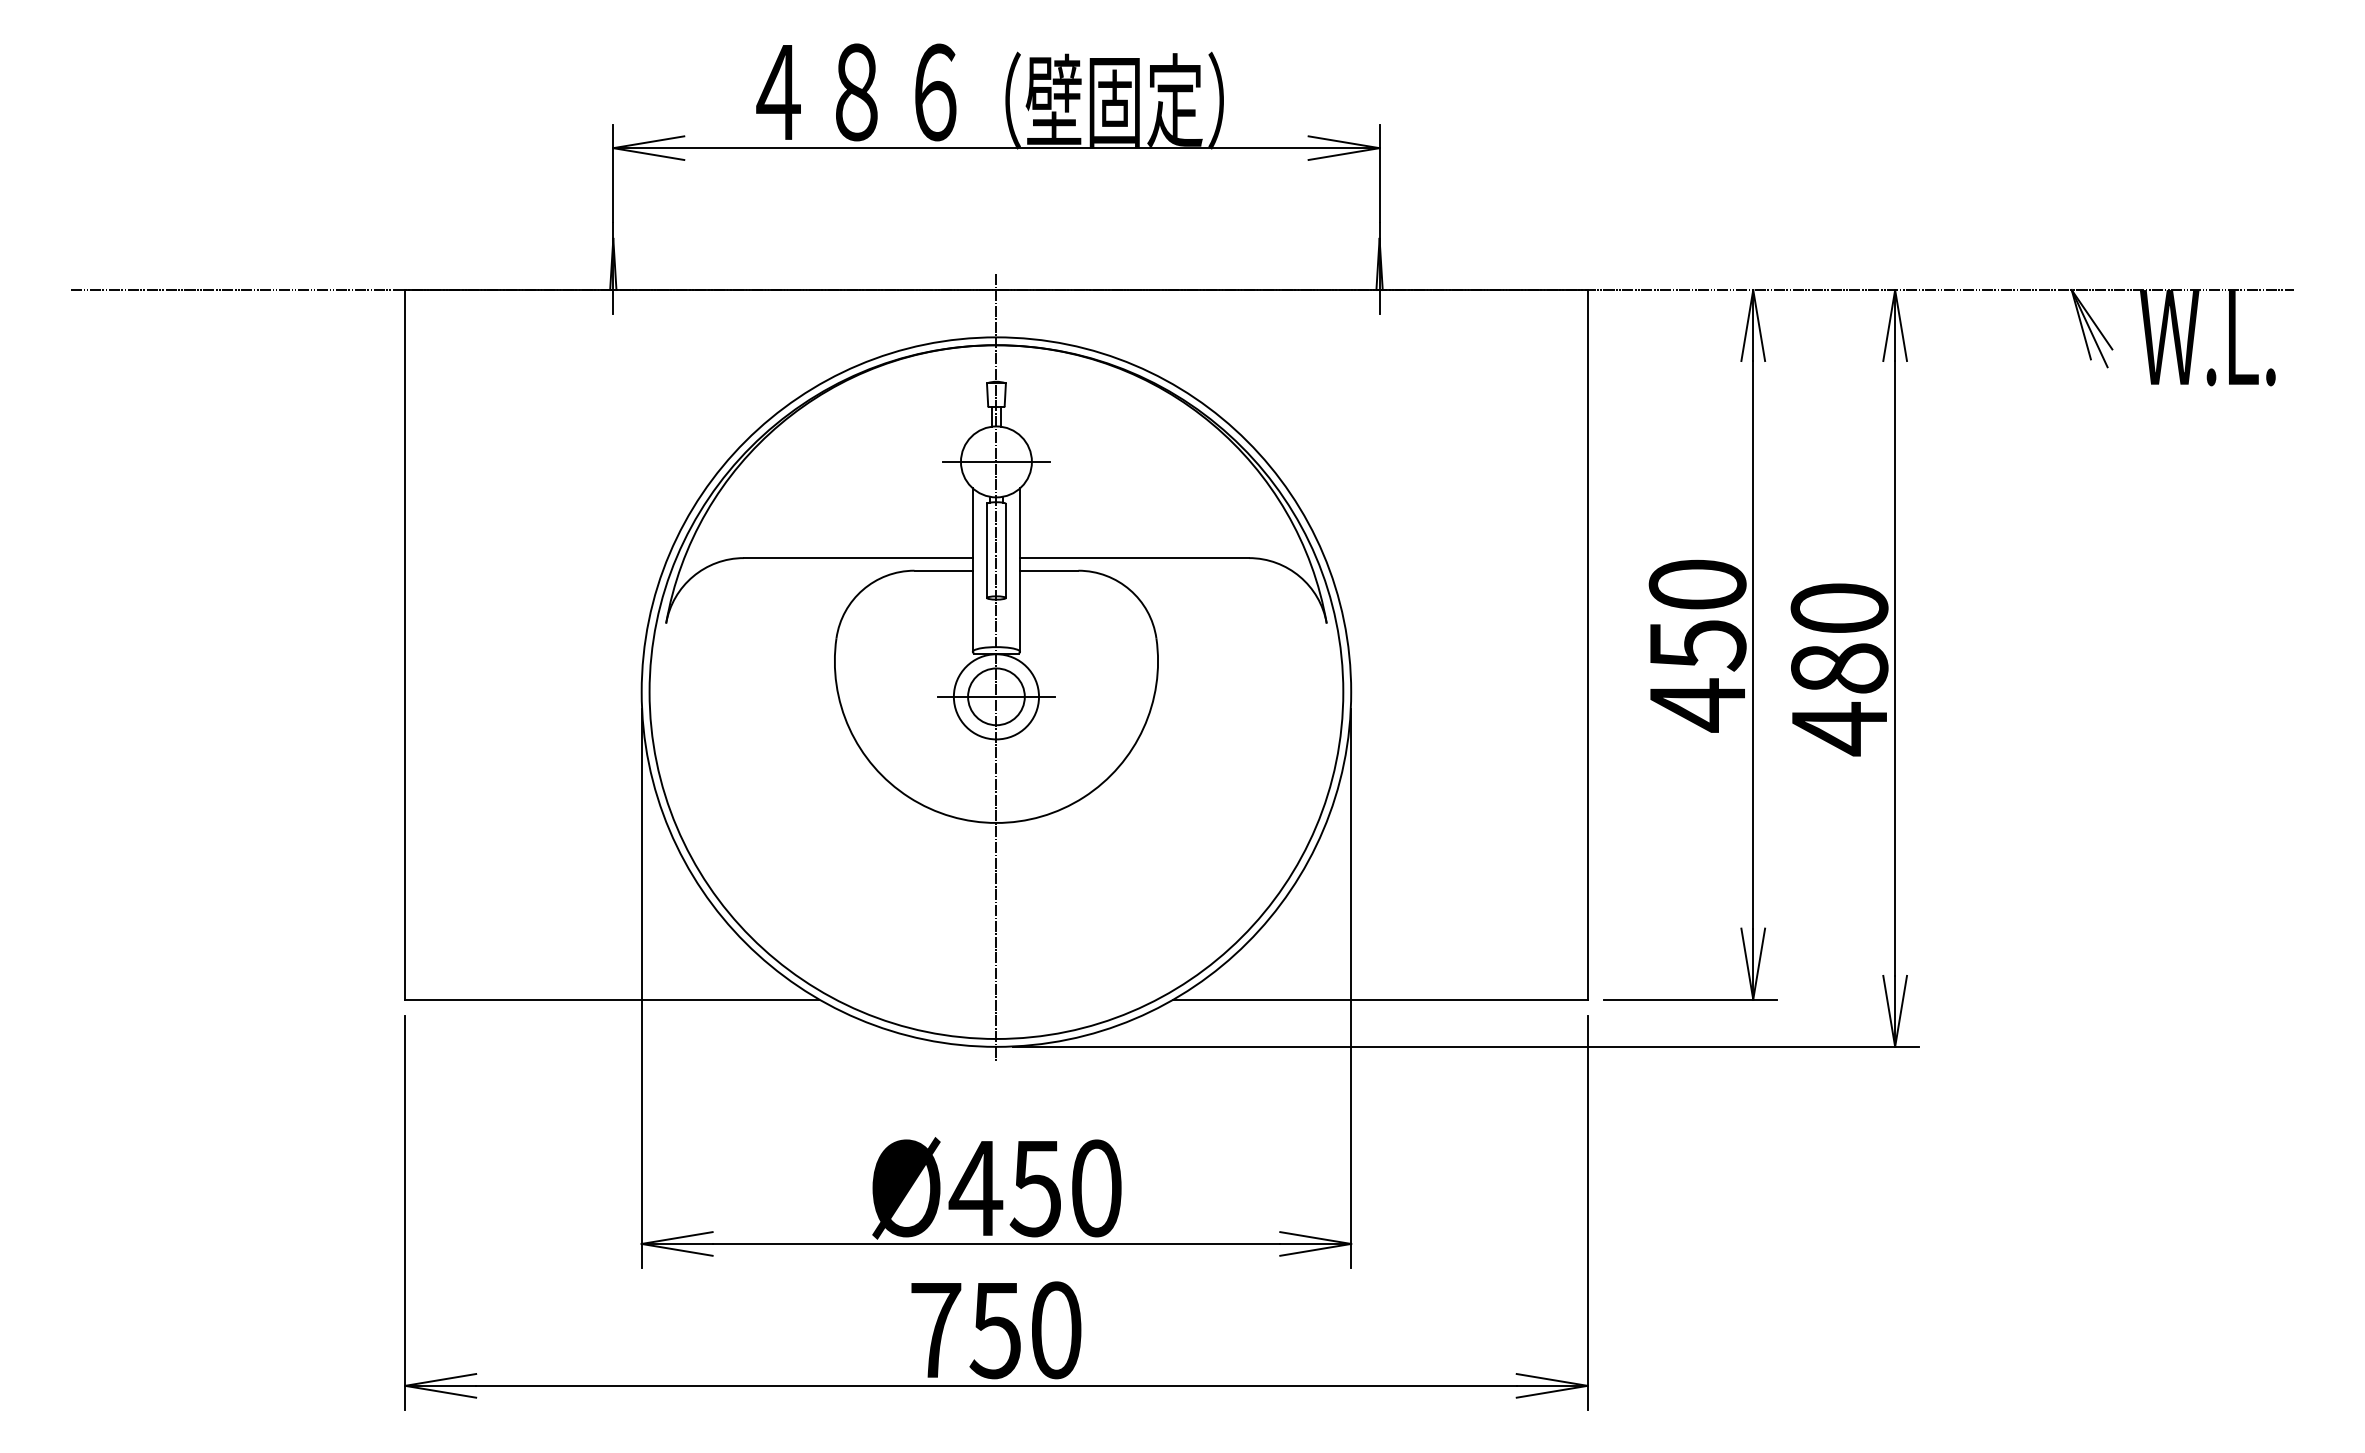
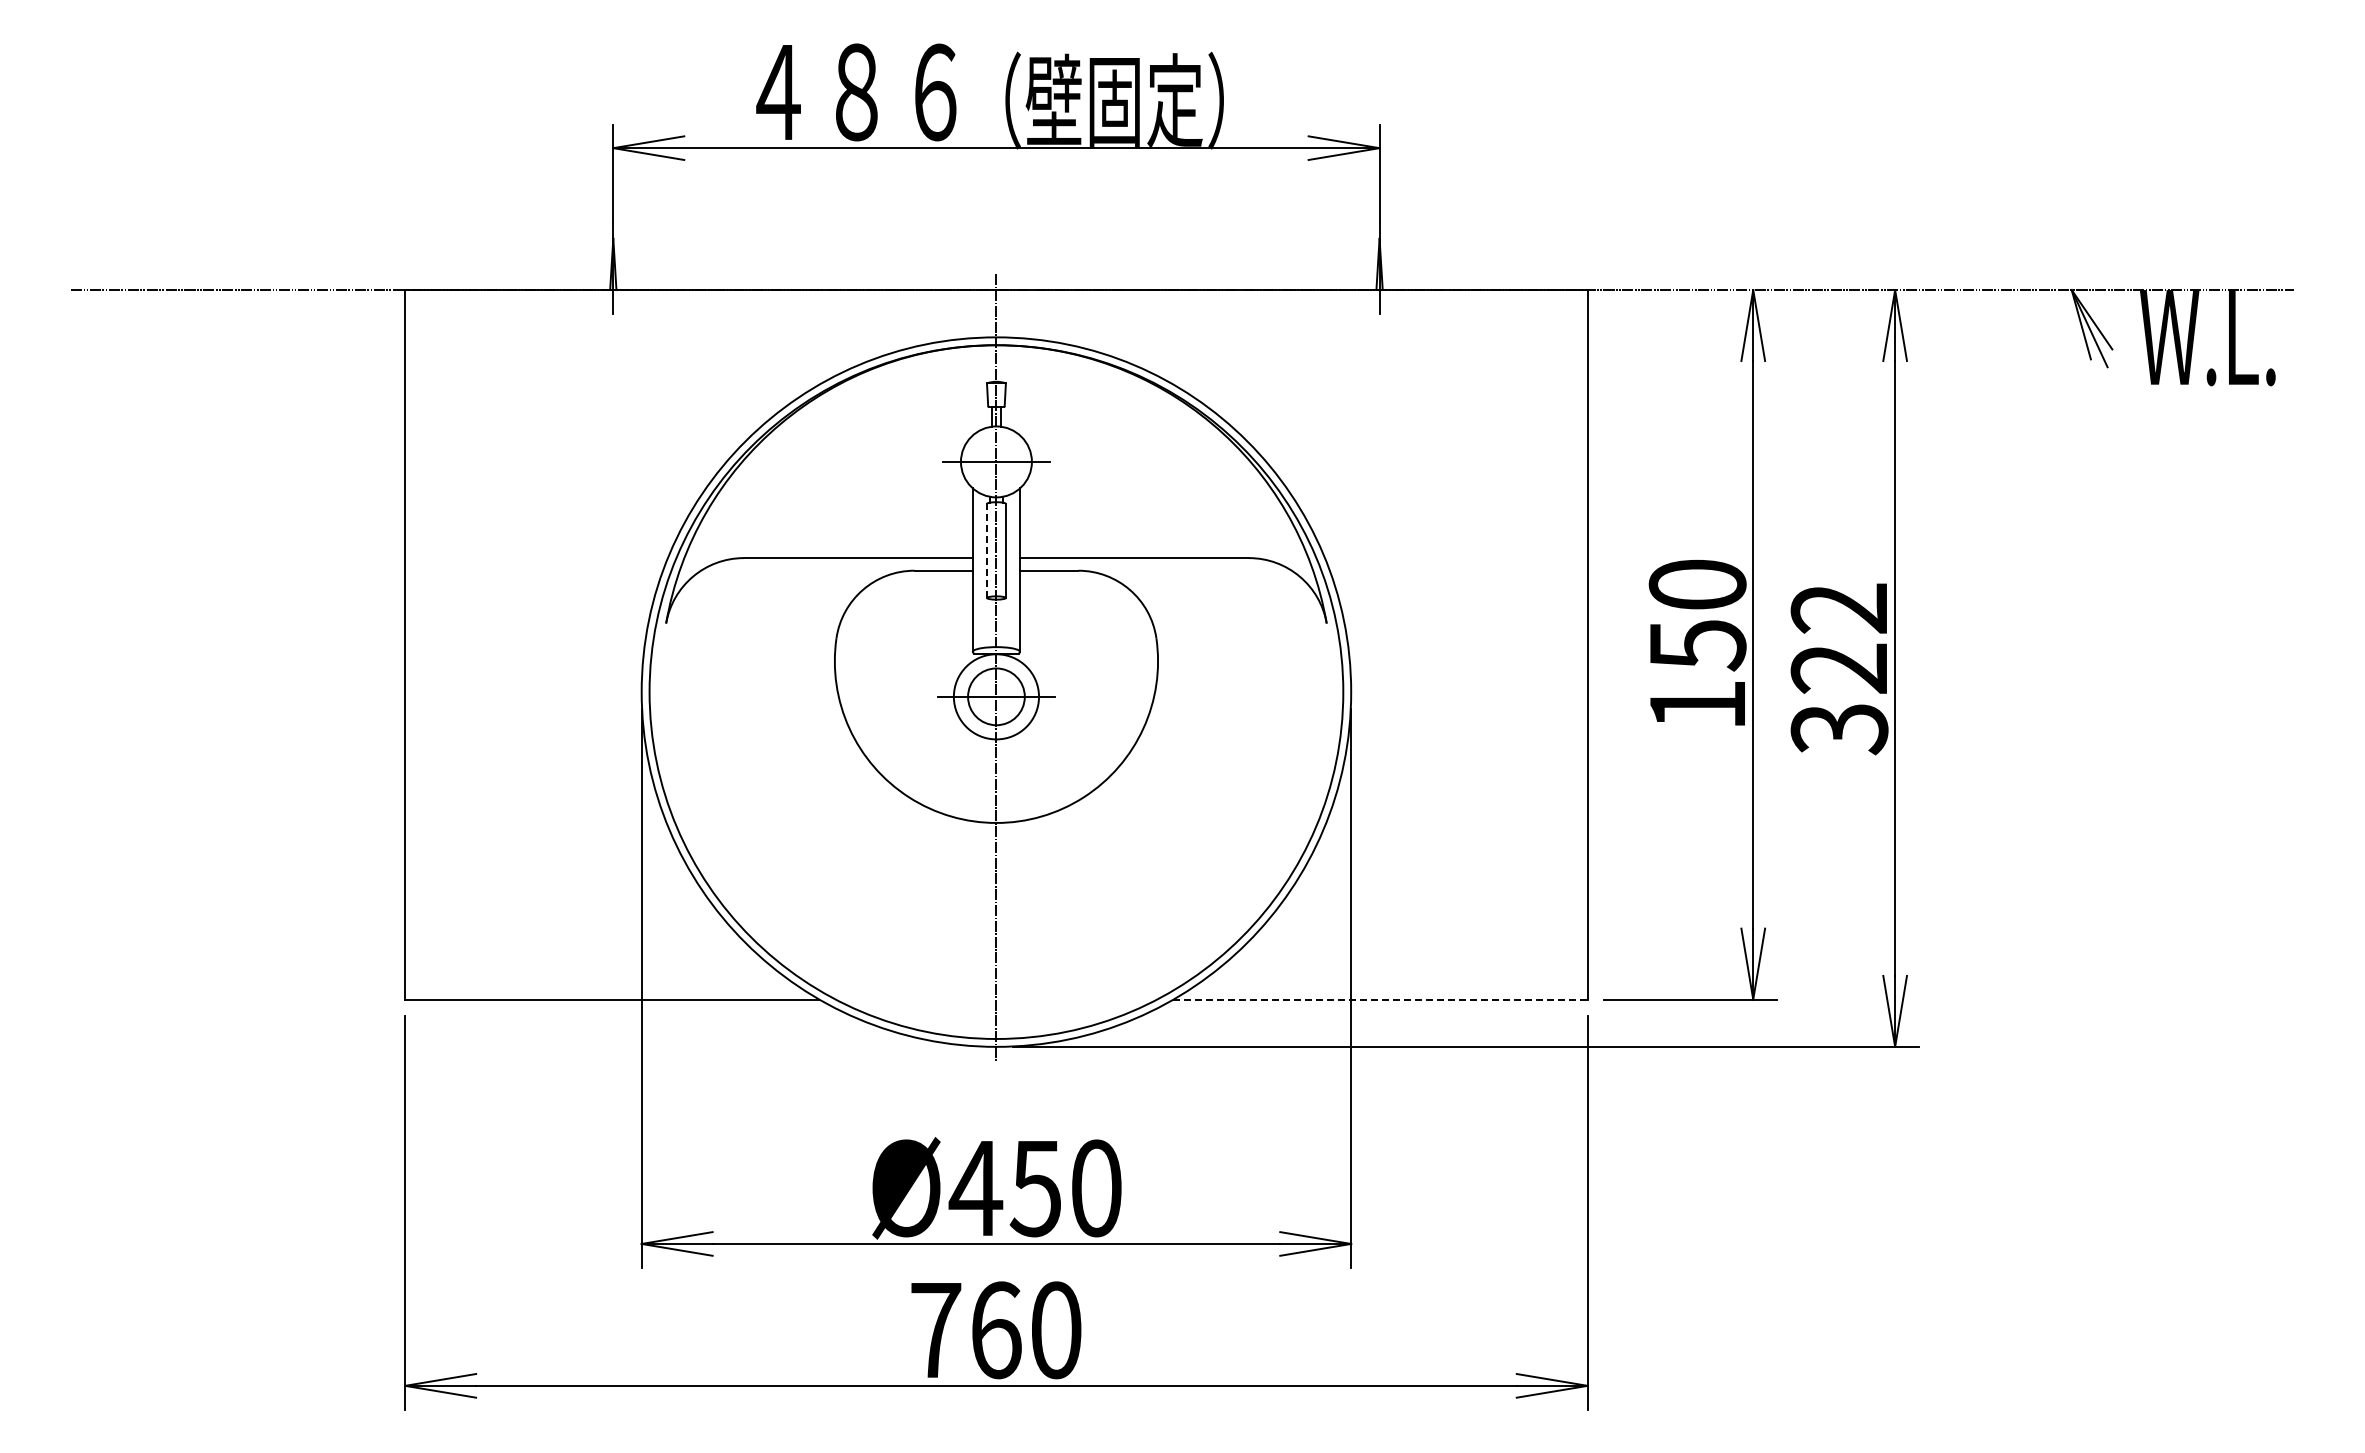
line at (986, 550): solid -> dashed
text at (1839, 669): 480 -> 322
text at (1697, 705): 450 -> 150
line at (1381, 999): solid -> dashed
text at (995, 1330): 750 -> 760
